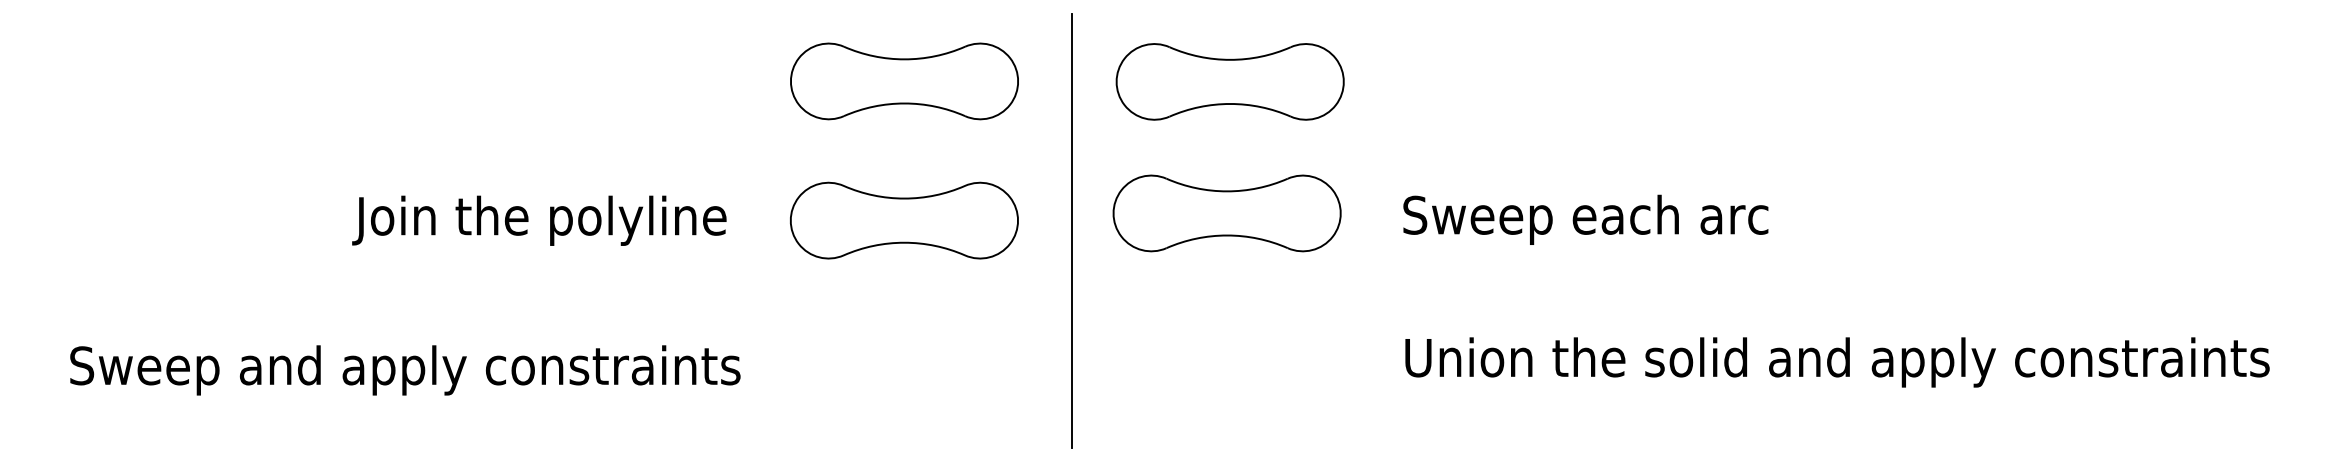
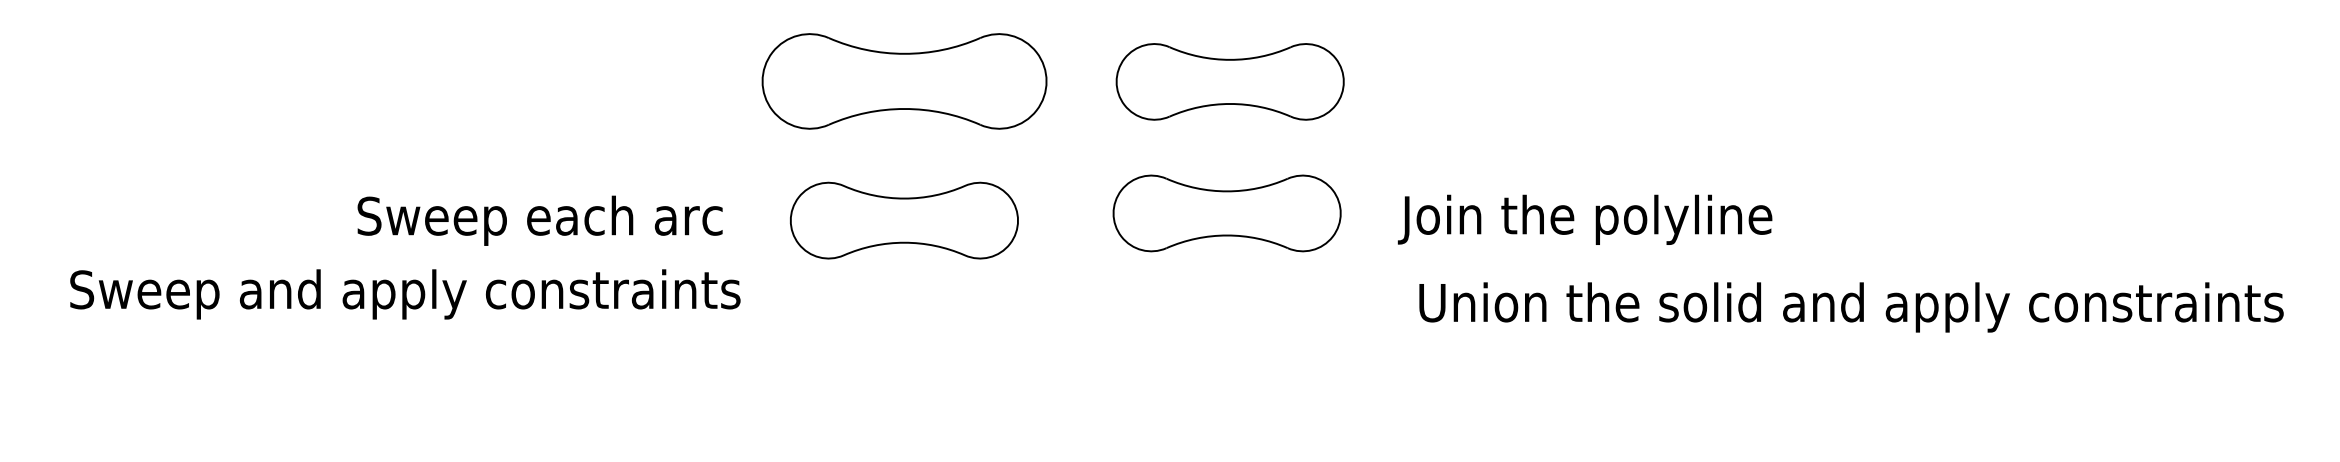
part at (904, 81) size: 229x79 px -> 287x97 px
text at (1584, 219): Sweep each arc -> Join the polyline
text at (539, 220): Join the polyline -> Sweep each arc
line at (1072, 230): present -> none
text at (1837, 362) position: (1837, 362) -> (1851, 307)
text at (405, 370) position: (405, 370) -> (405, 294)
